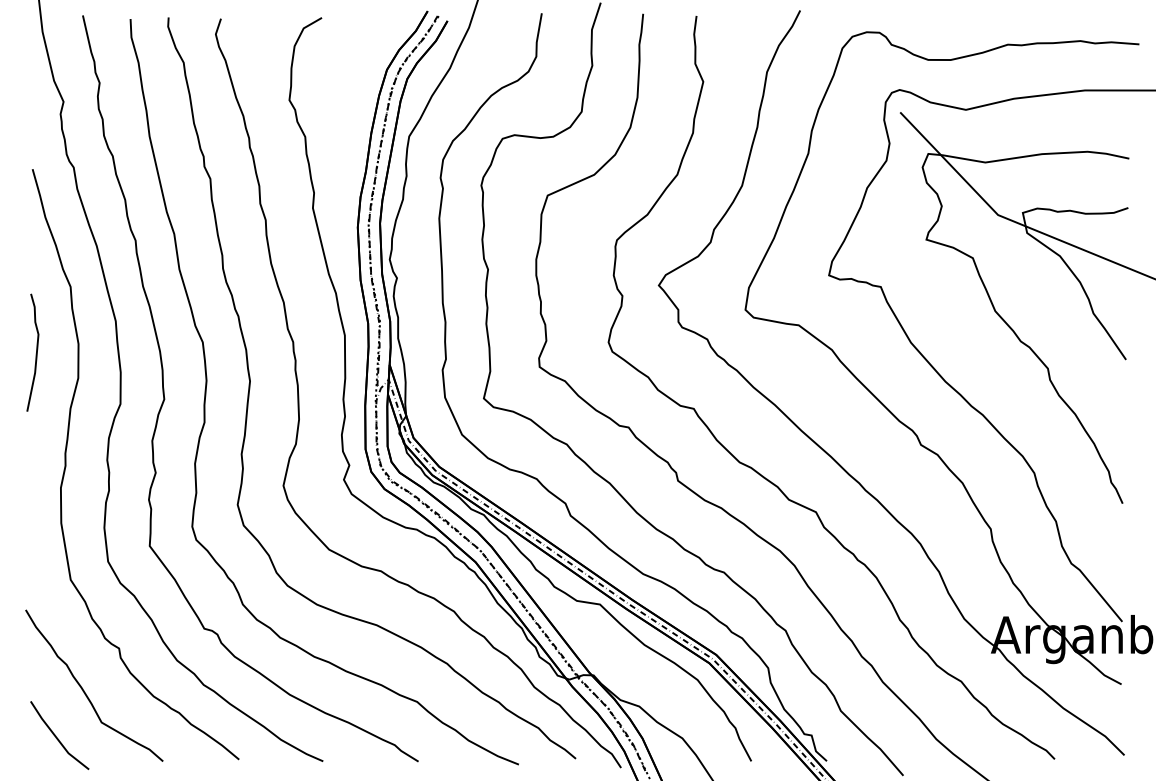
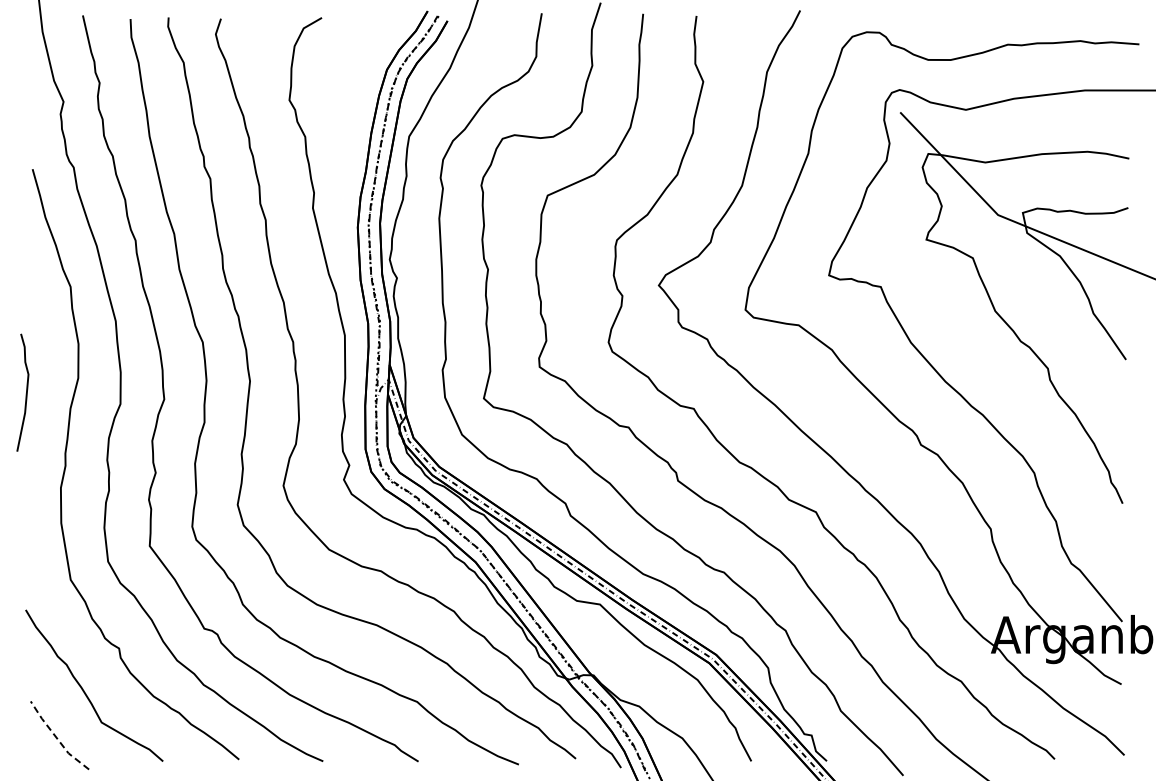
curve at (35, 354) position: (35, 354) -> (25, 394)
line at (57, 738): solid -> dashed
